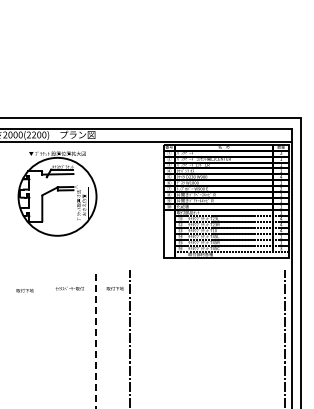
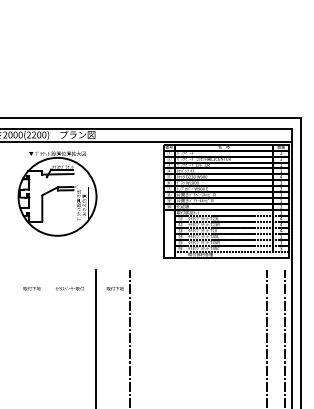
text at (24, 290) position: (24, 290) -> (31, 288)
line at (266, 337): none -> present
line at (96, 338): dashed -> solid
